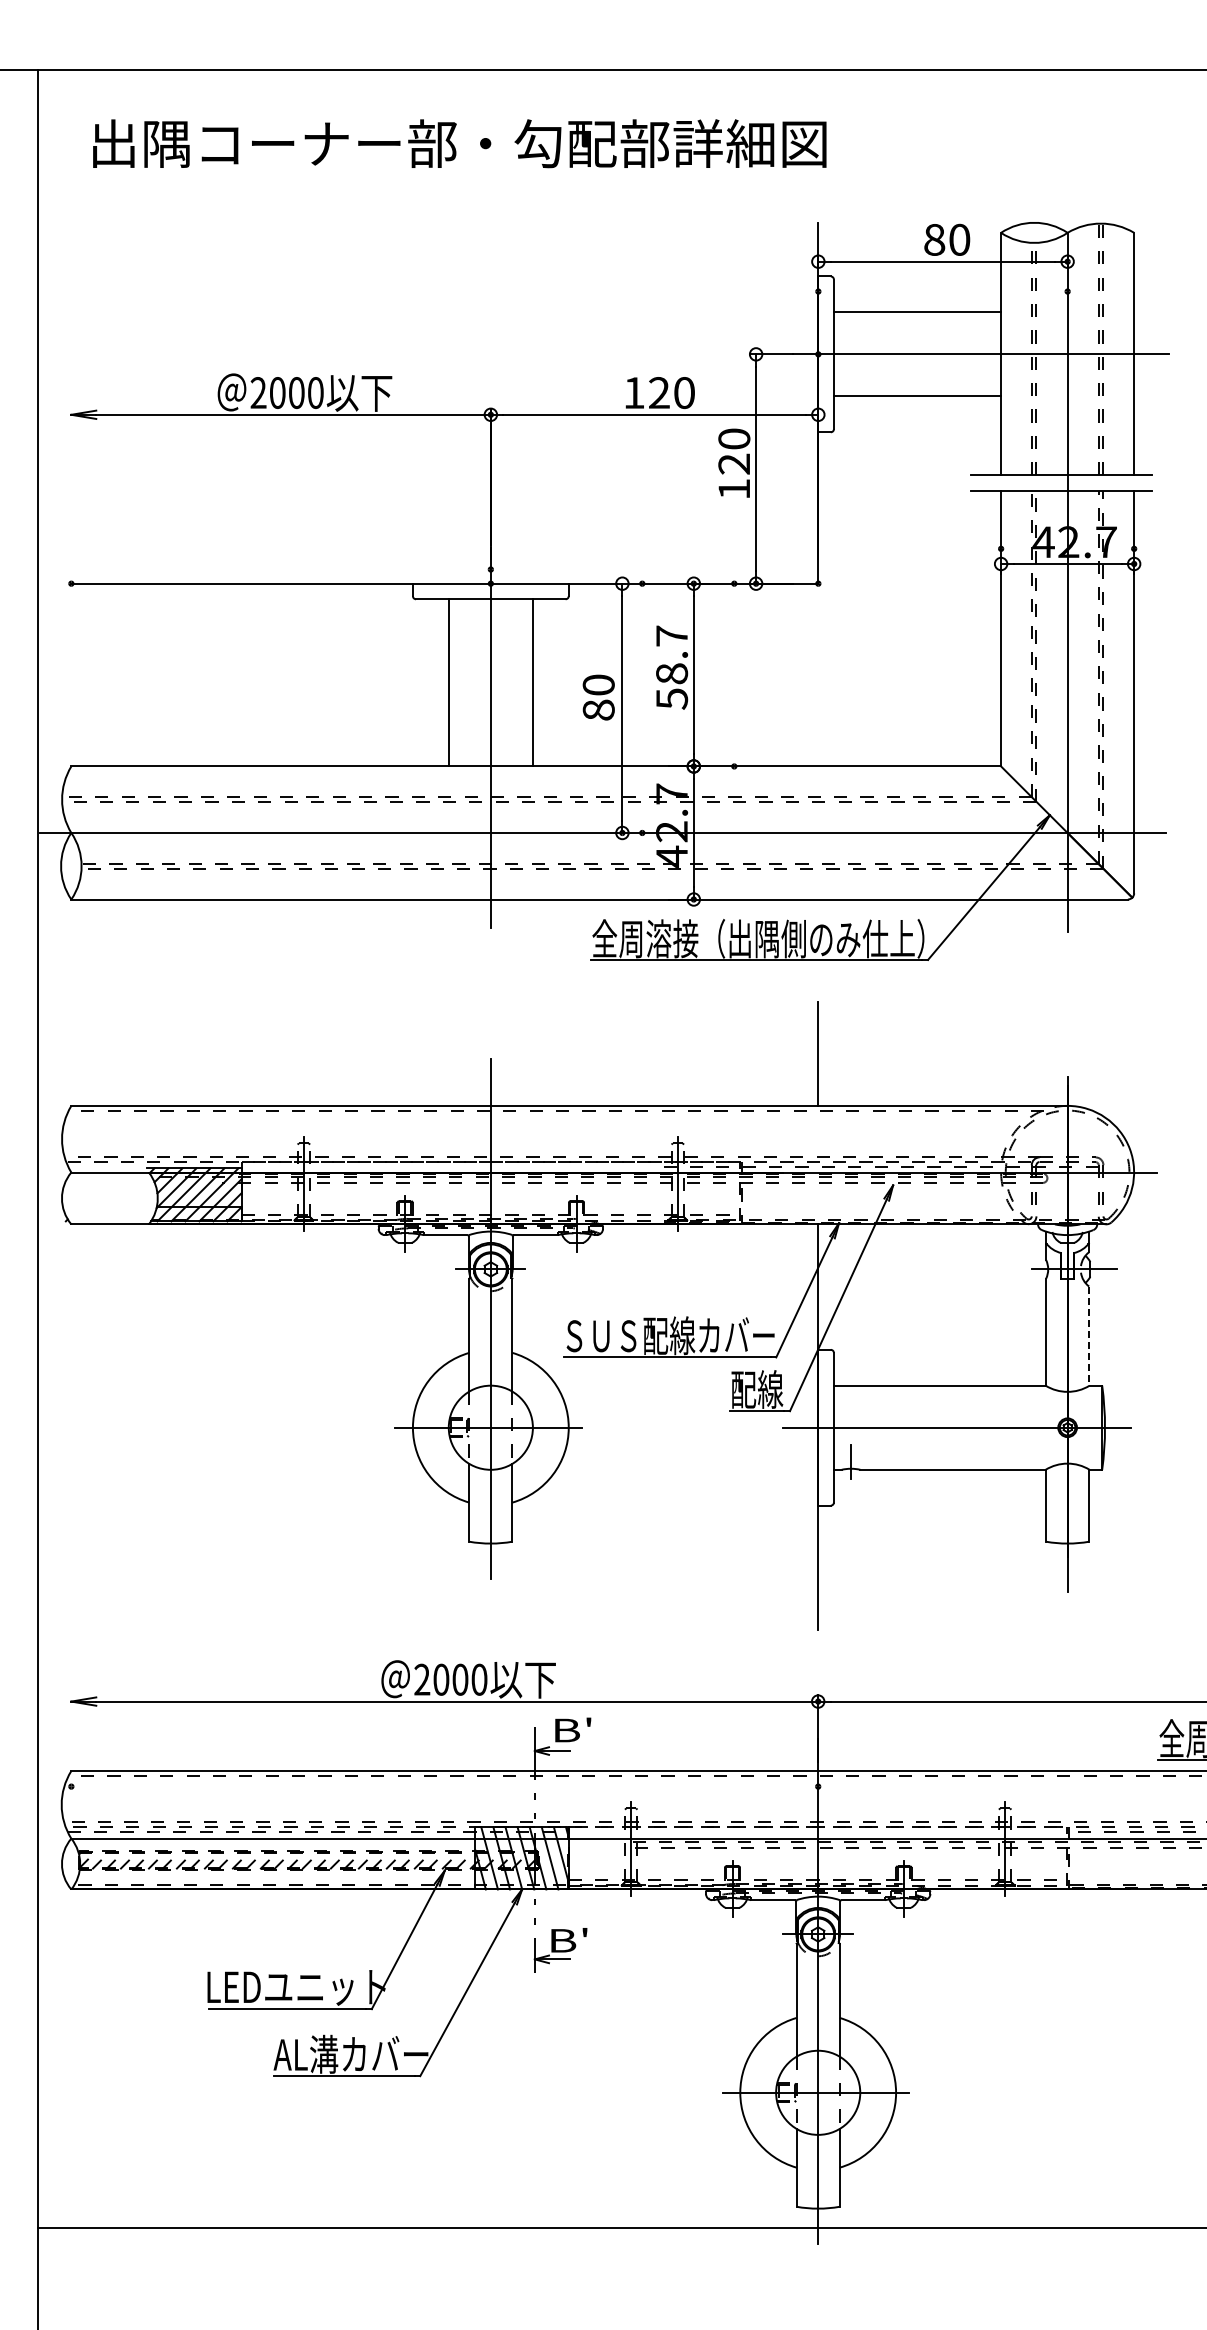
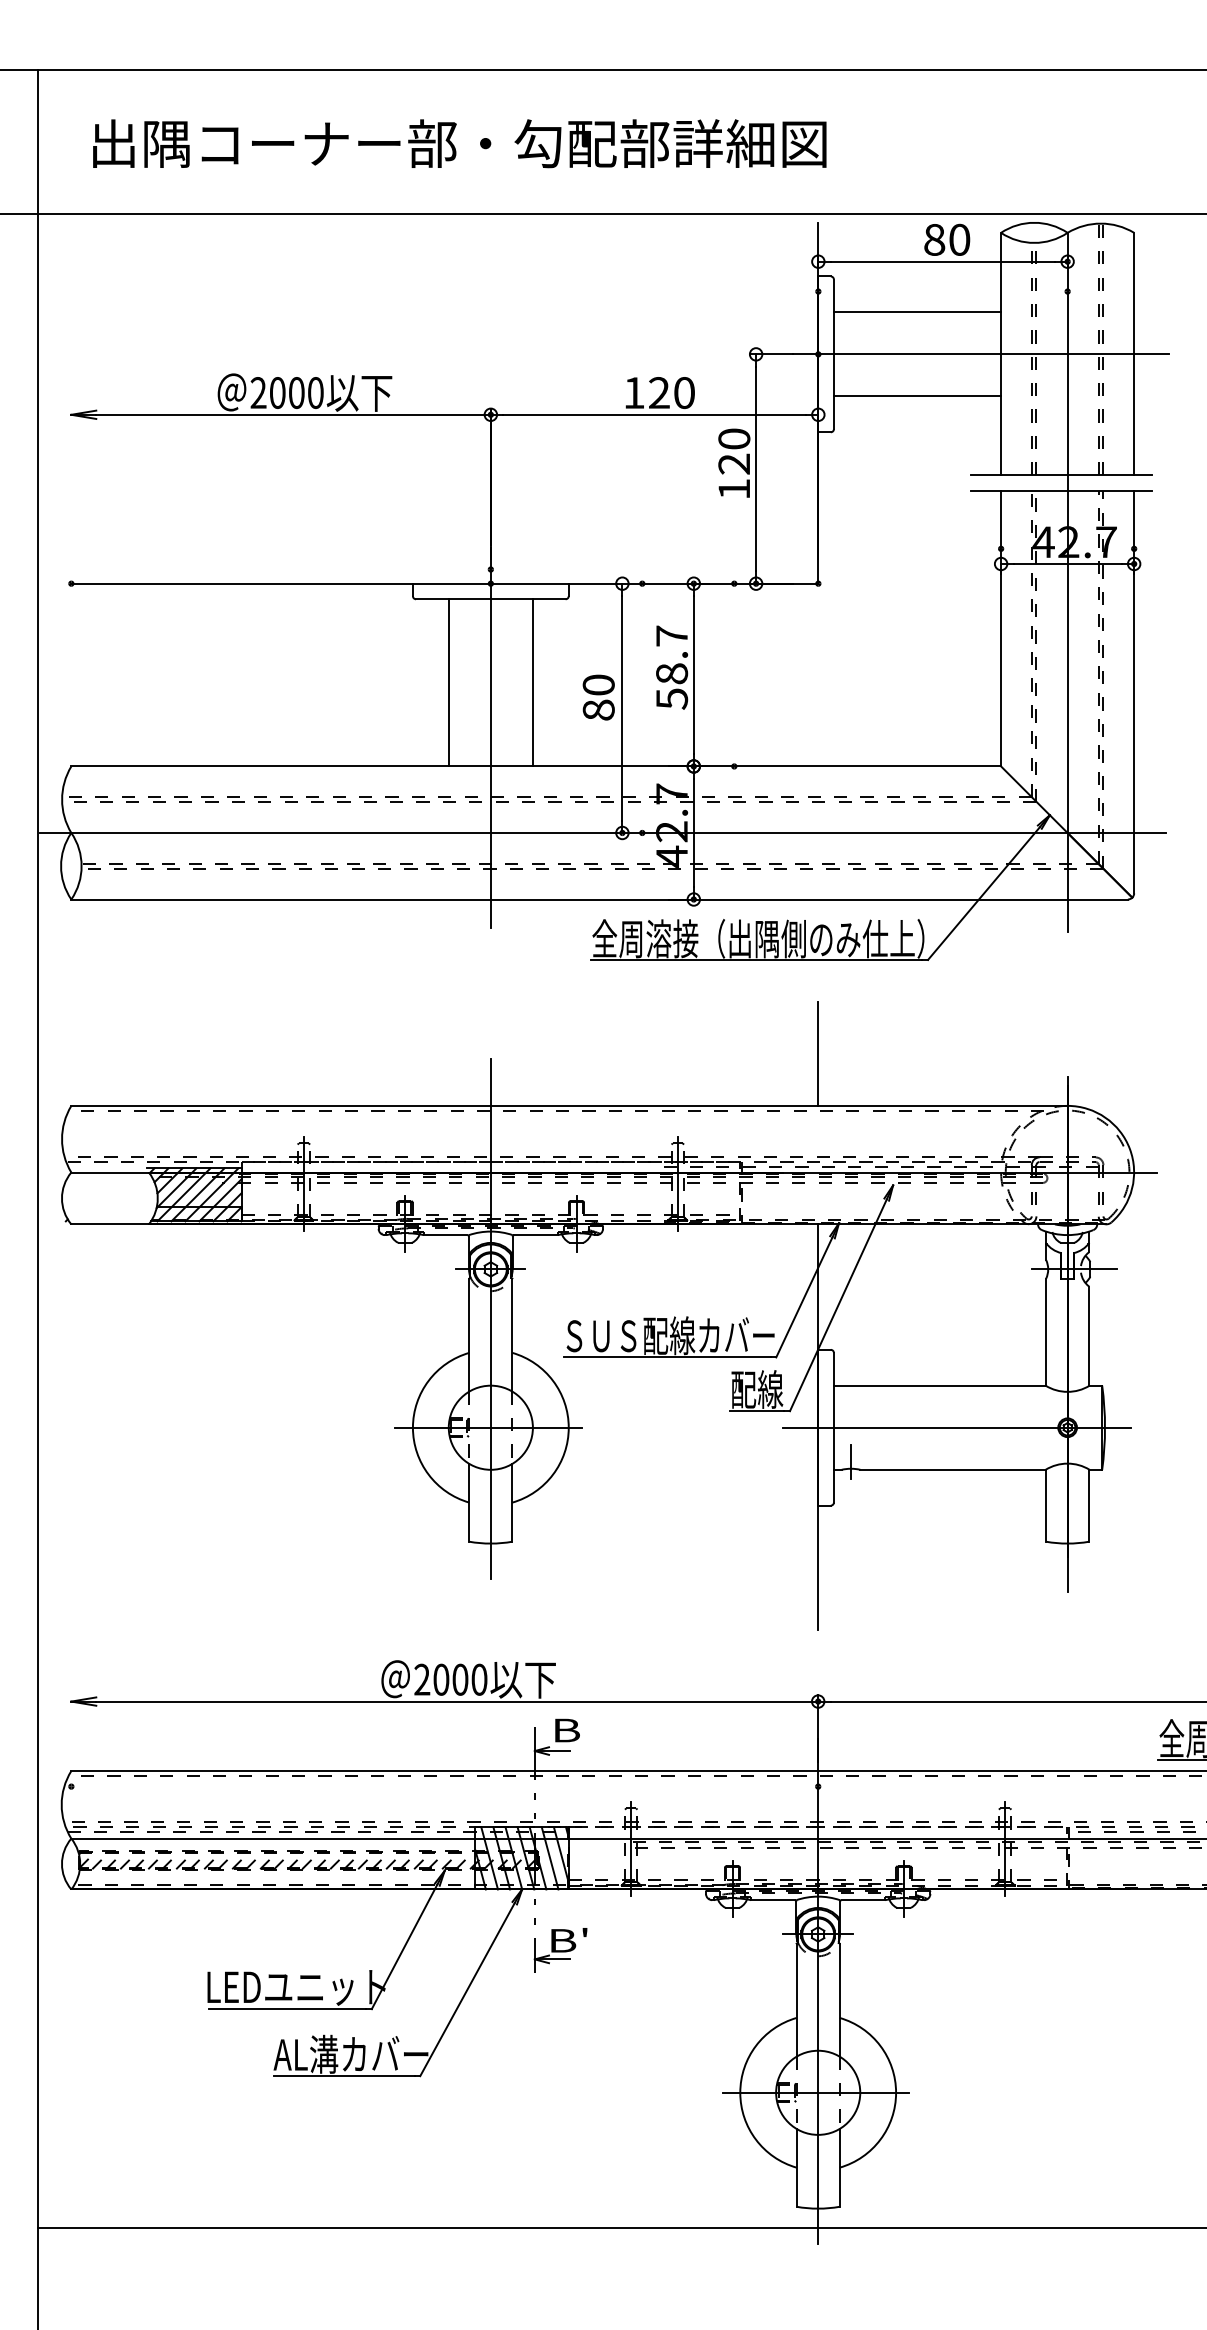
line at (602, 214): none -> present
line at (1089, 1336): dashed -> solid
text at (588, 1721): B' -> B
